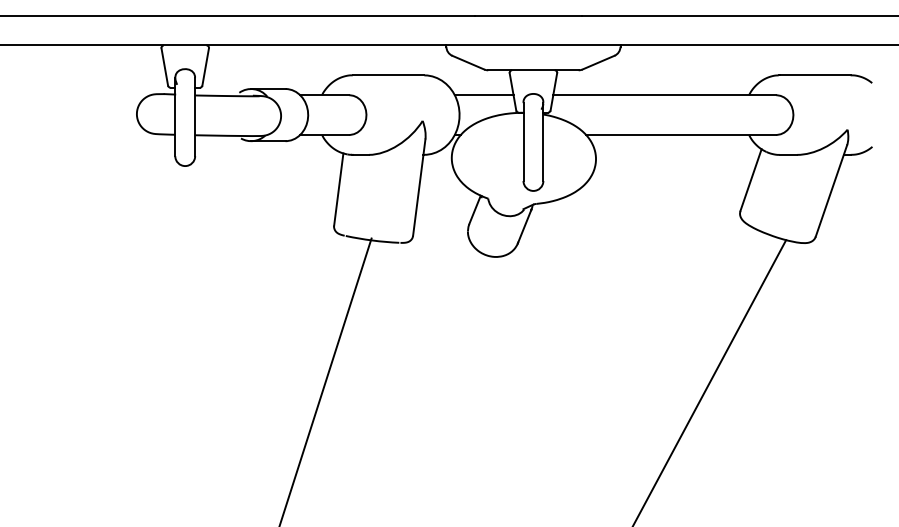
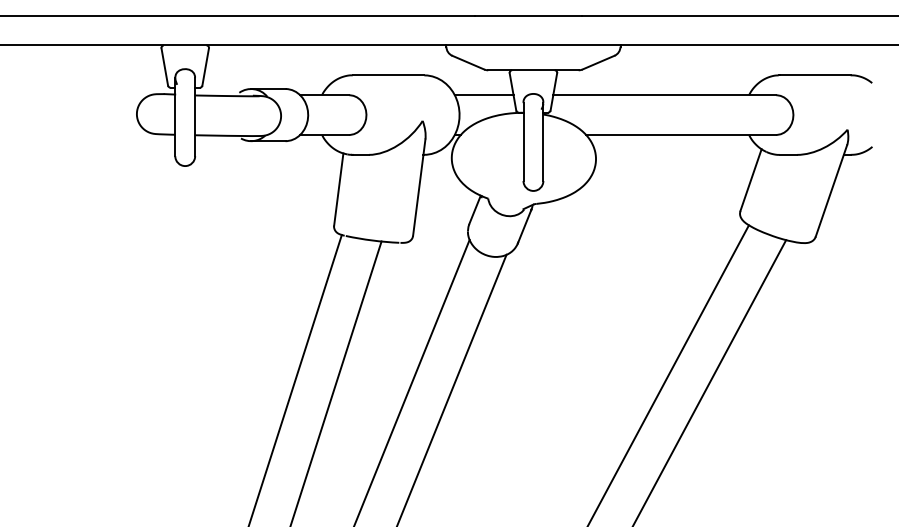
line at (668, 374): none -> present
line at (295, 378): none -> present
line at (325, 380) position: (325, 380) -> (336, 382)
line at (412, 381): none -> present
line at (452, 388): none -> present
